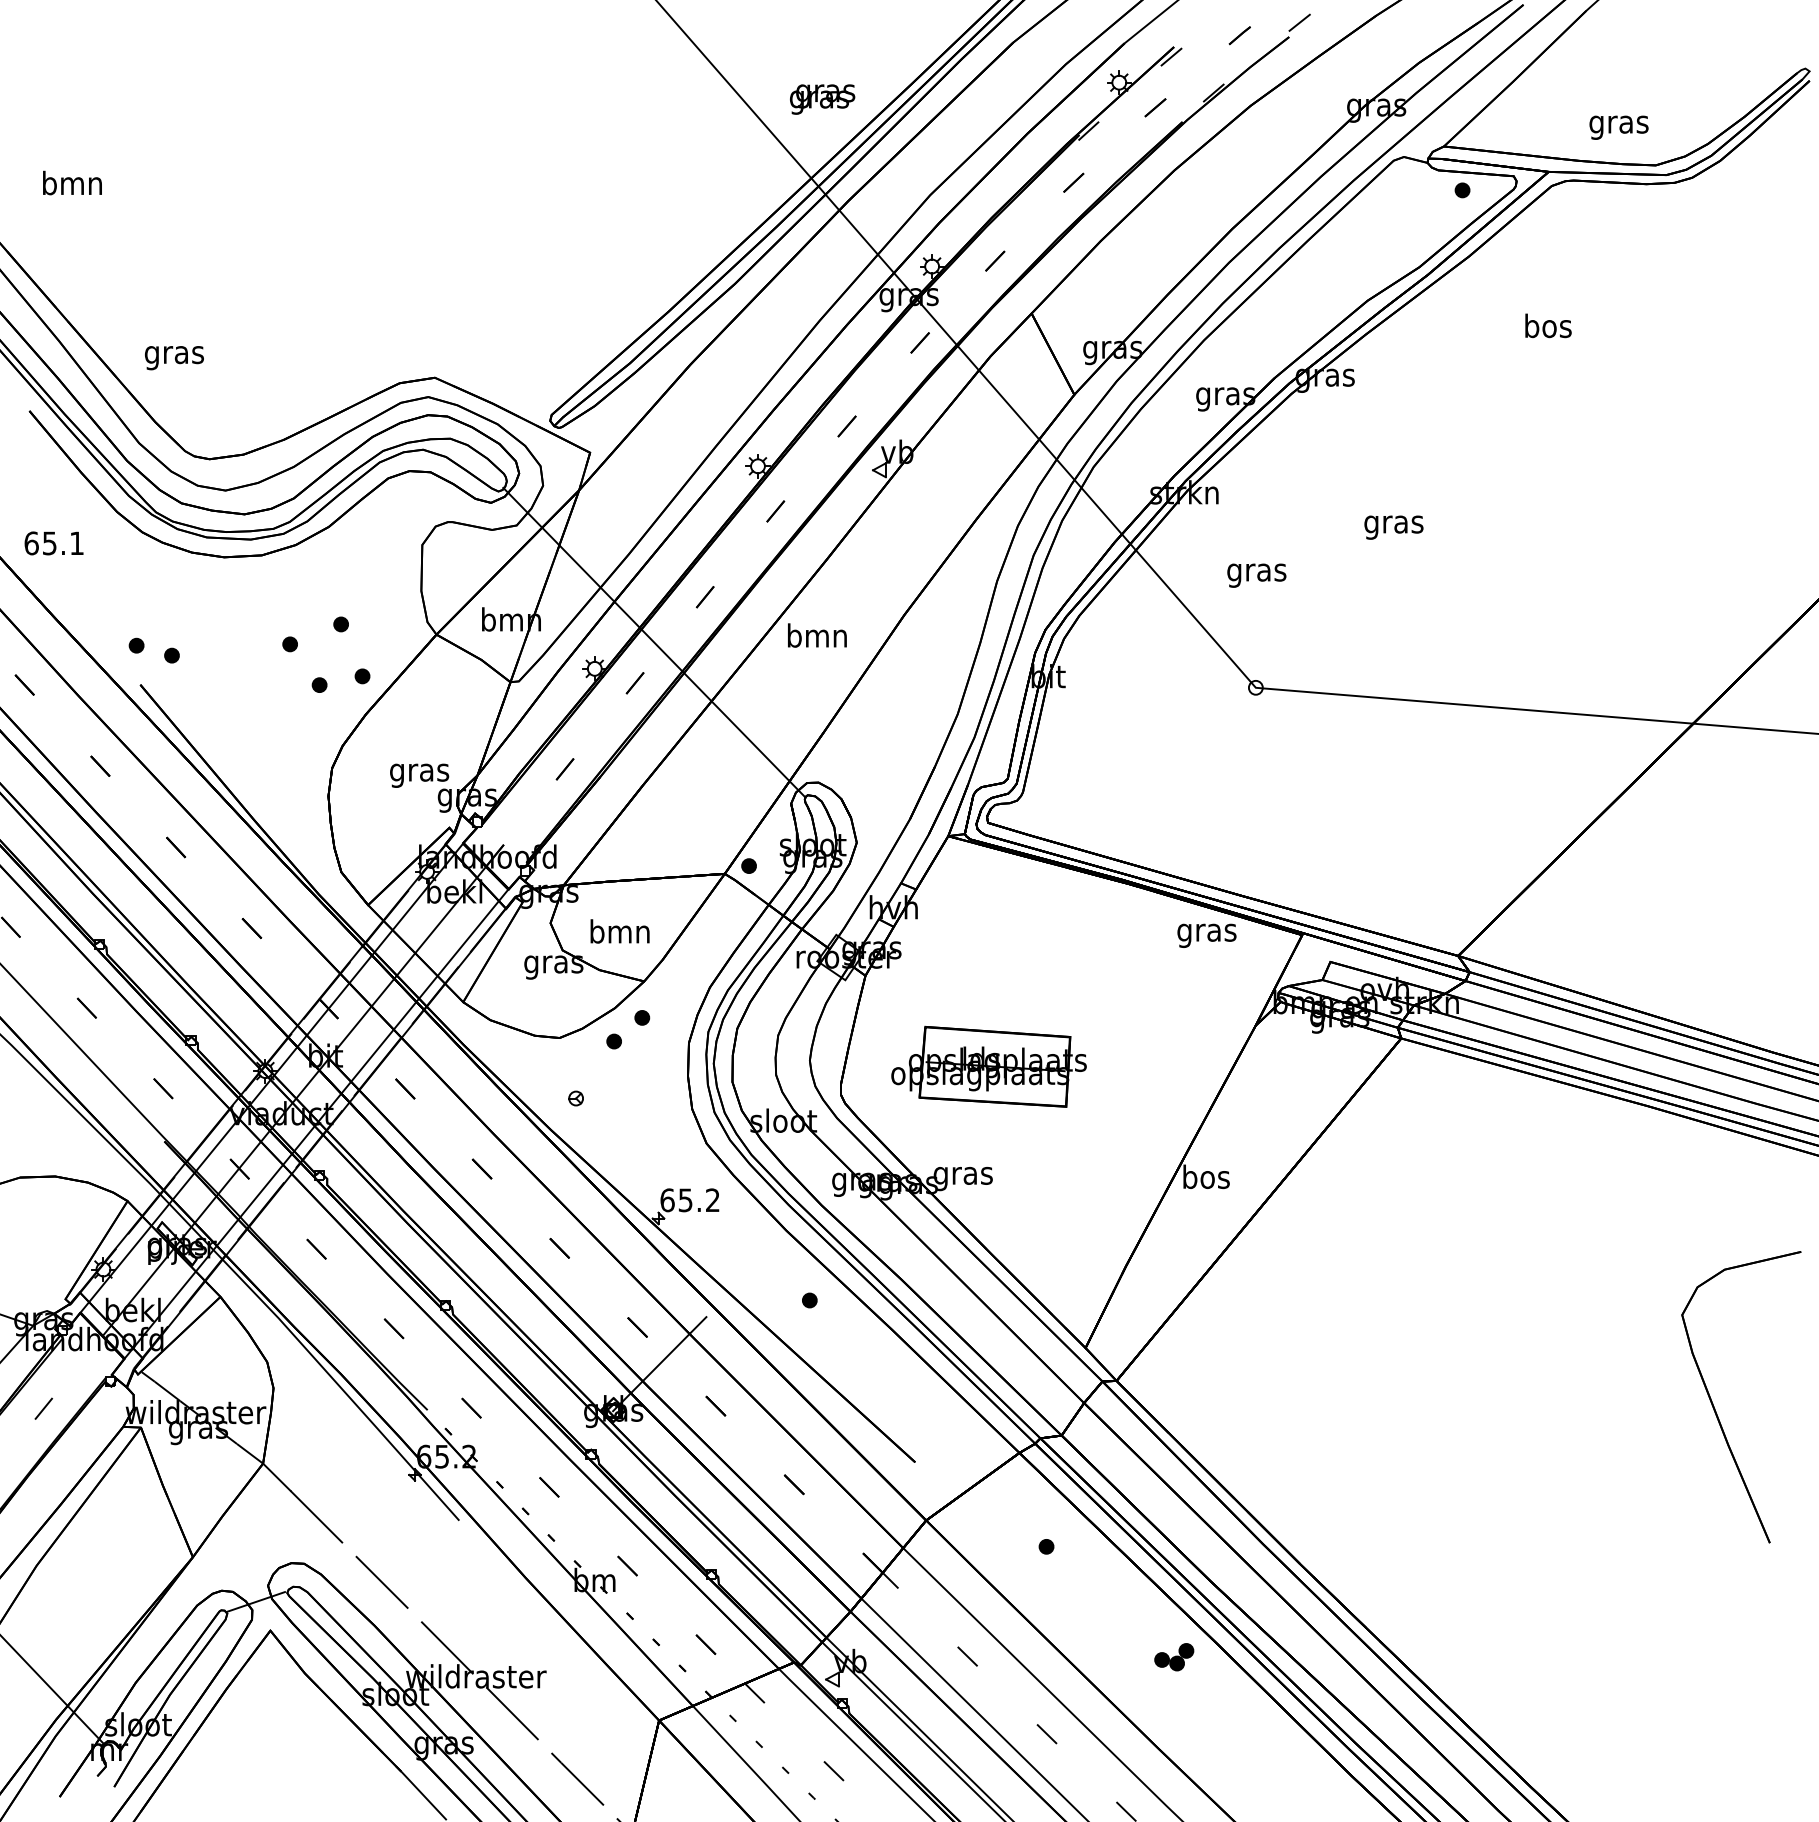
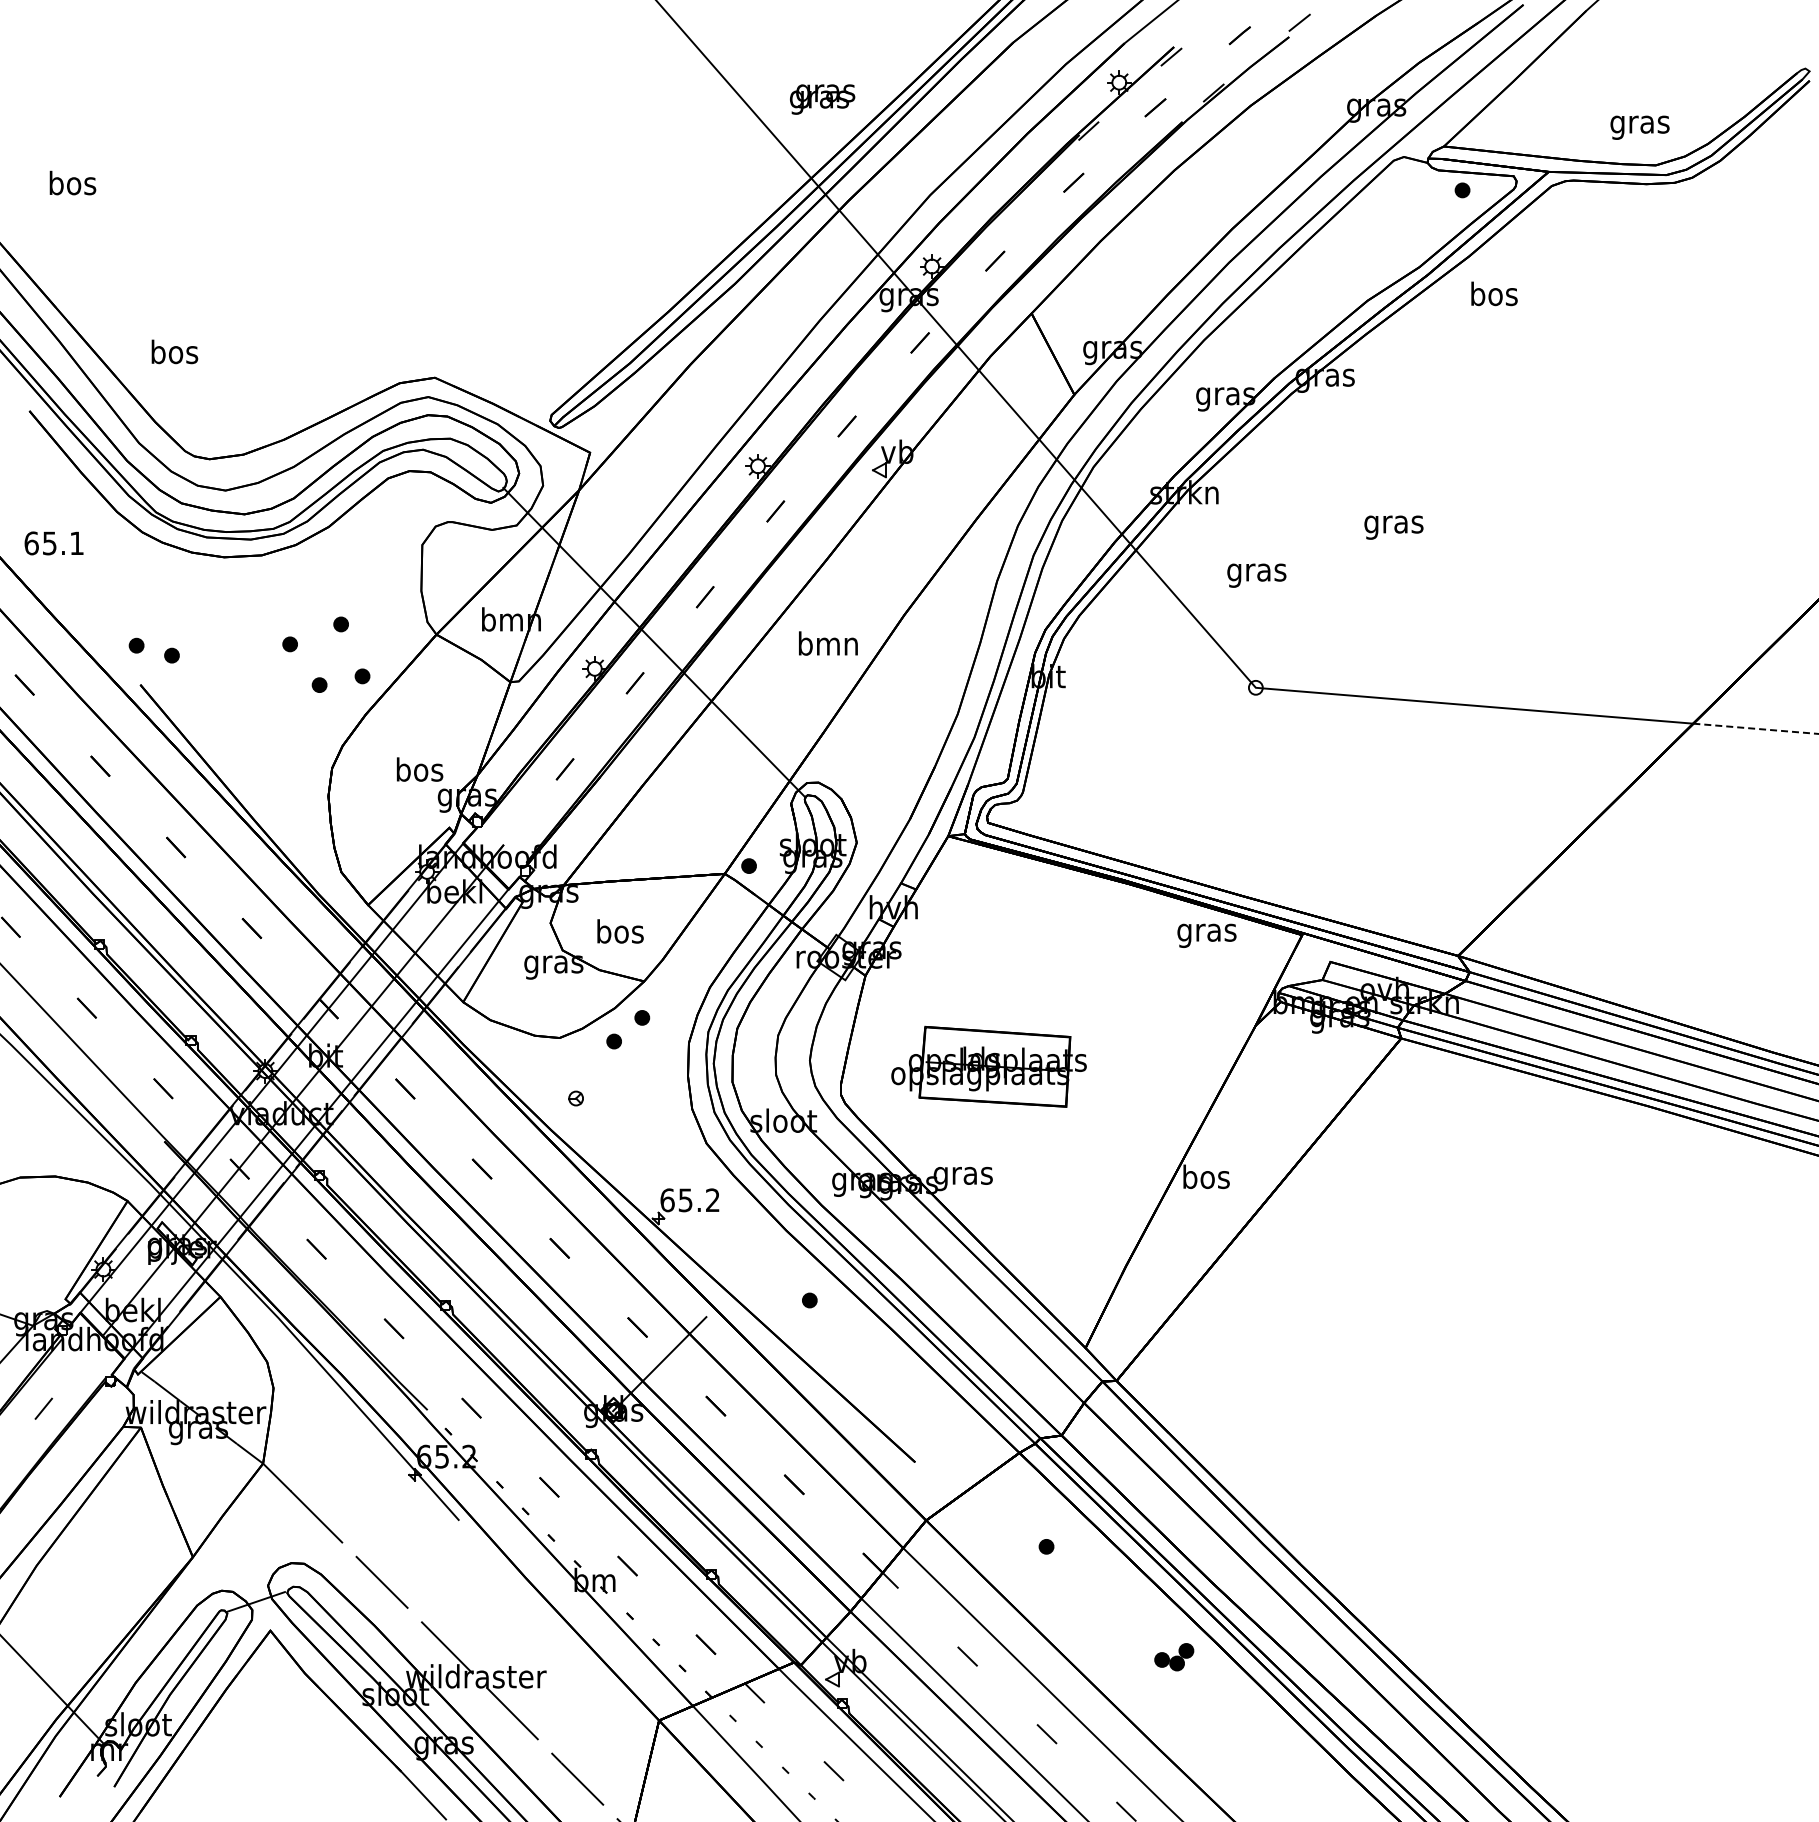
text at (1618, 127) position: (1618, 127) -> (1639, 127)
text at (72, 182): bmn -> bos
text at (1548, 325) position: (1548, 325) -> (1494, 293)
text at (173, 354): gras -> bos
text at (817, 635) position: (817, 635) -> (828, 643)
line at (1756, 728): solid -> dashed
text at (419, 772): gras -> bos
text at (619, 931): bmn -> bos
part at (1715, 1408): present -> none
